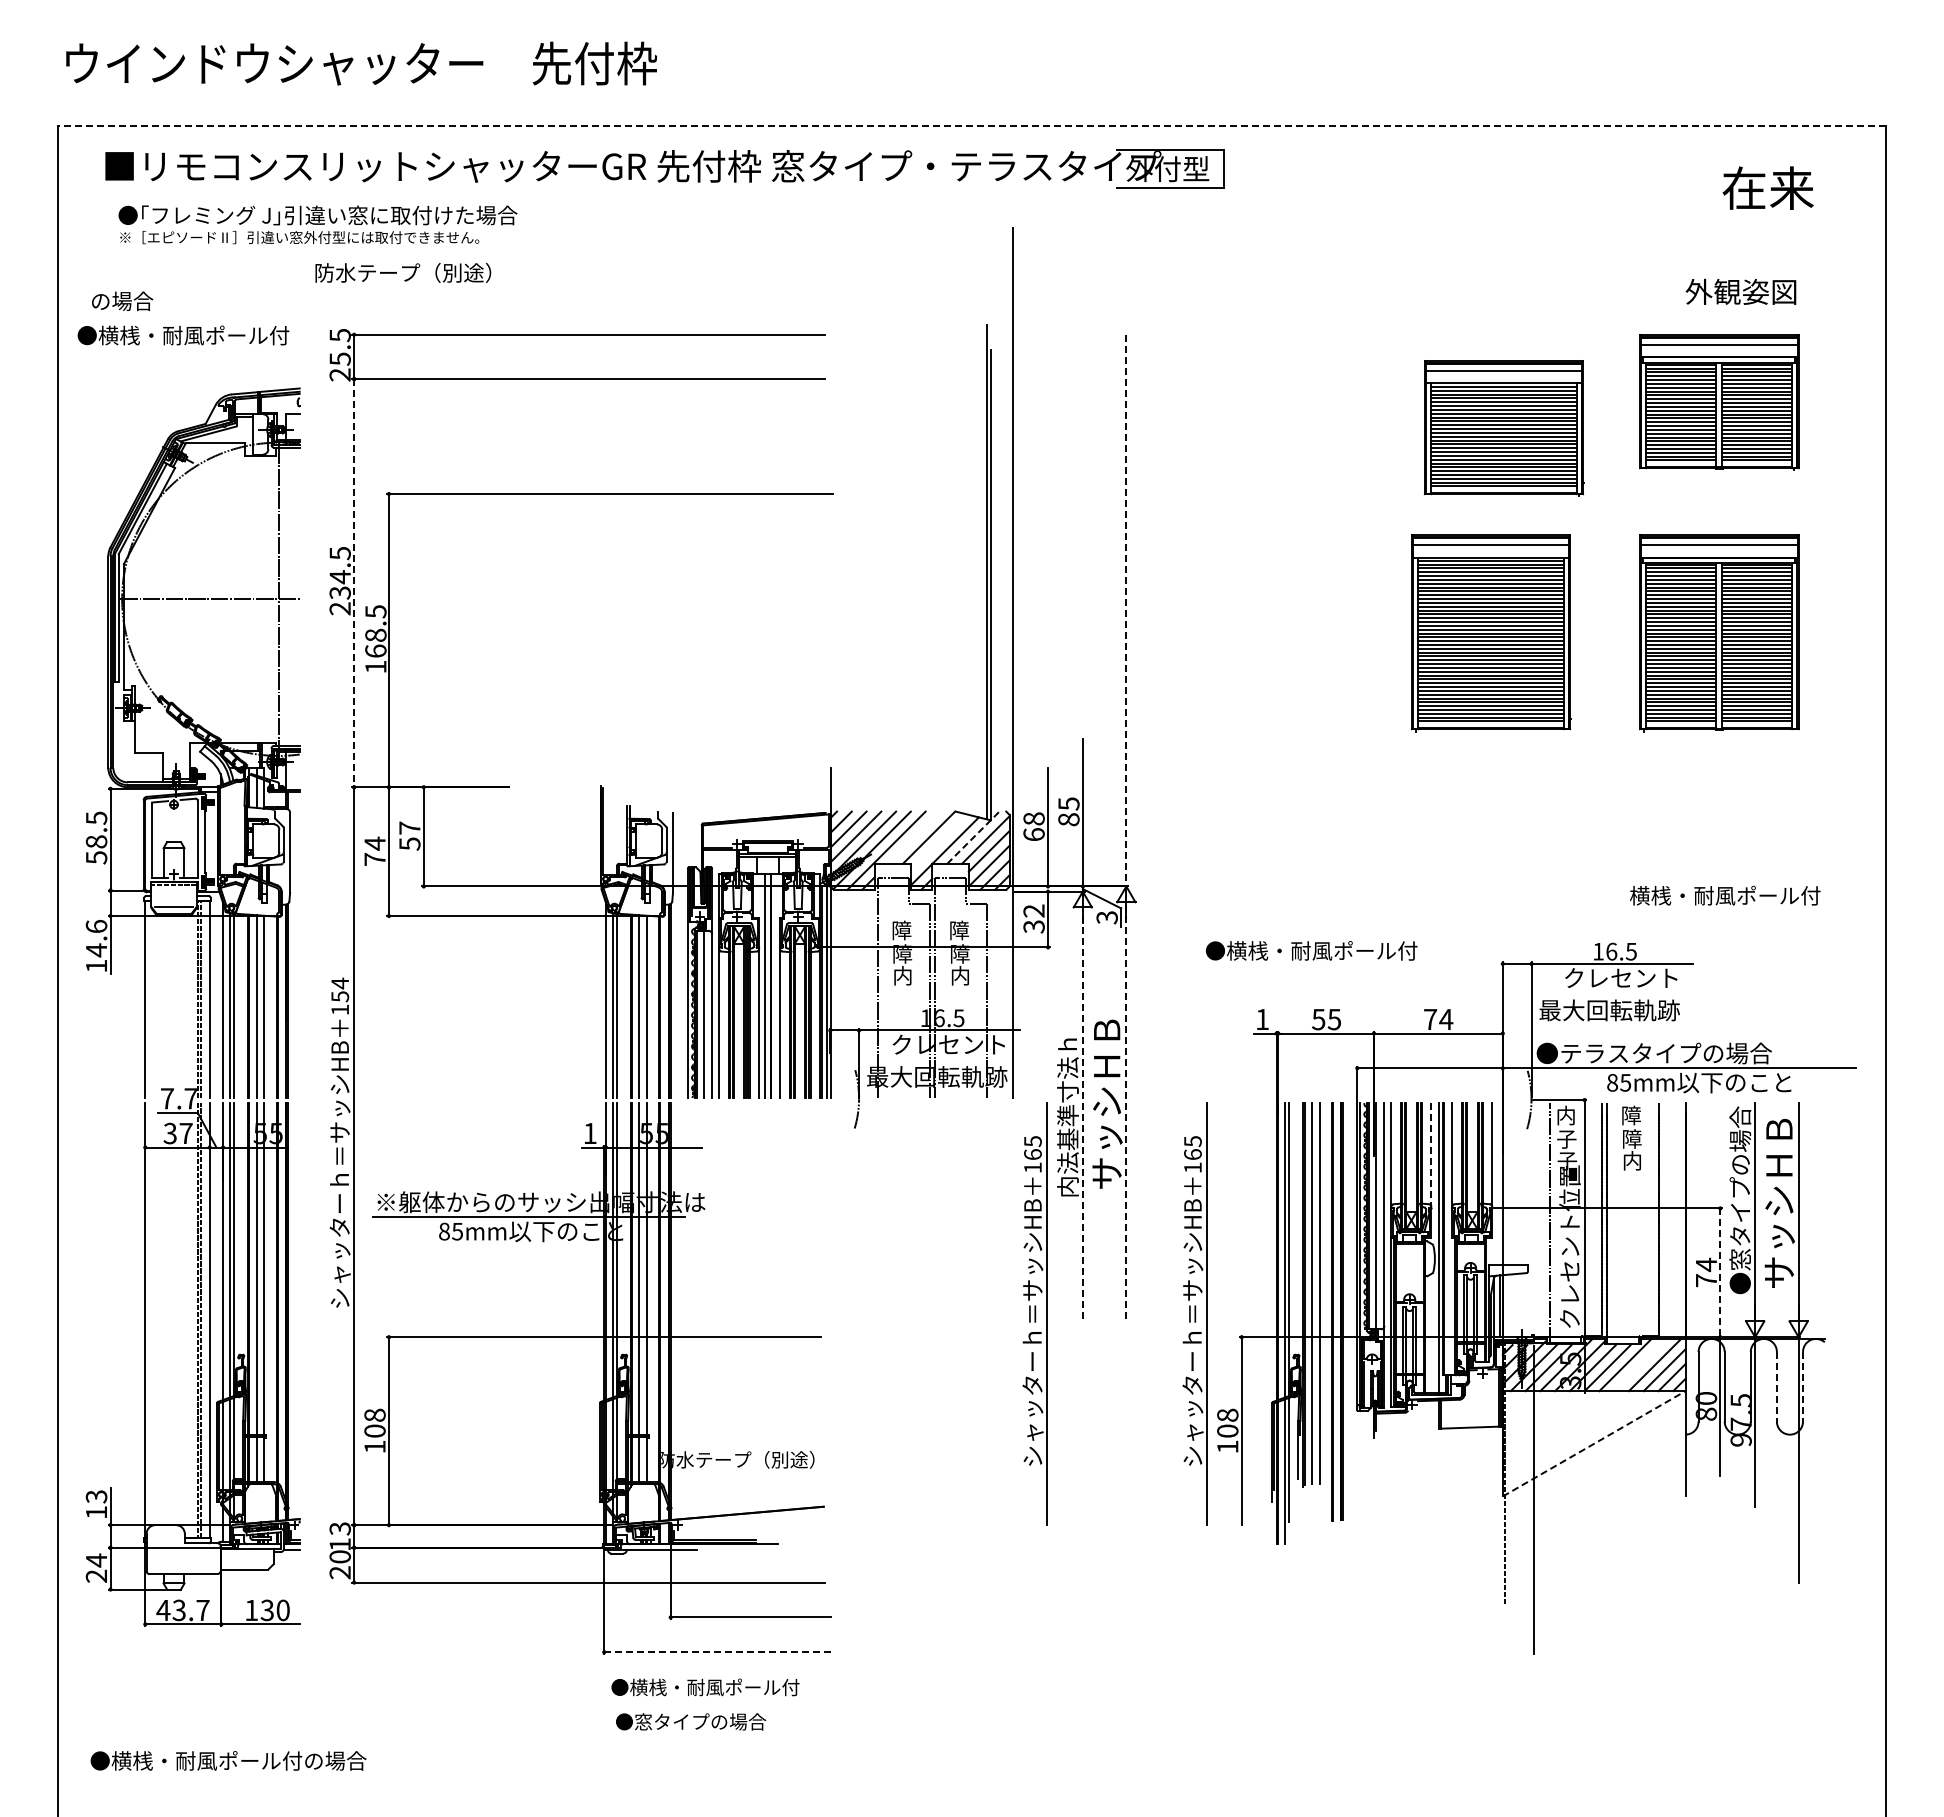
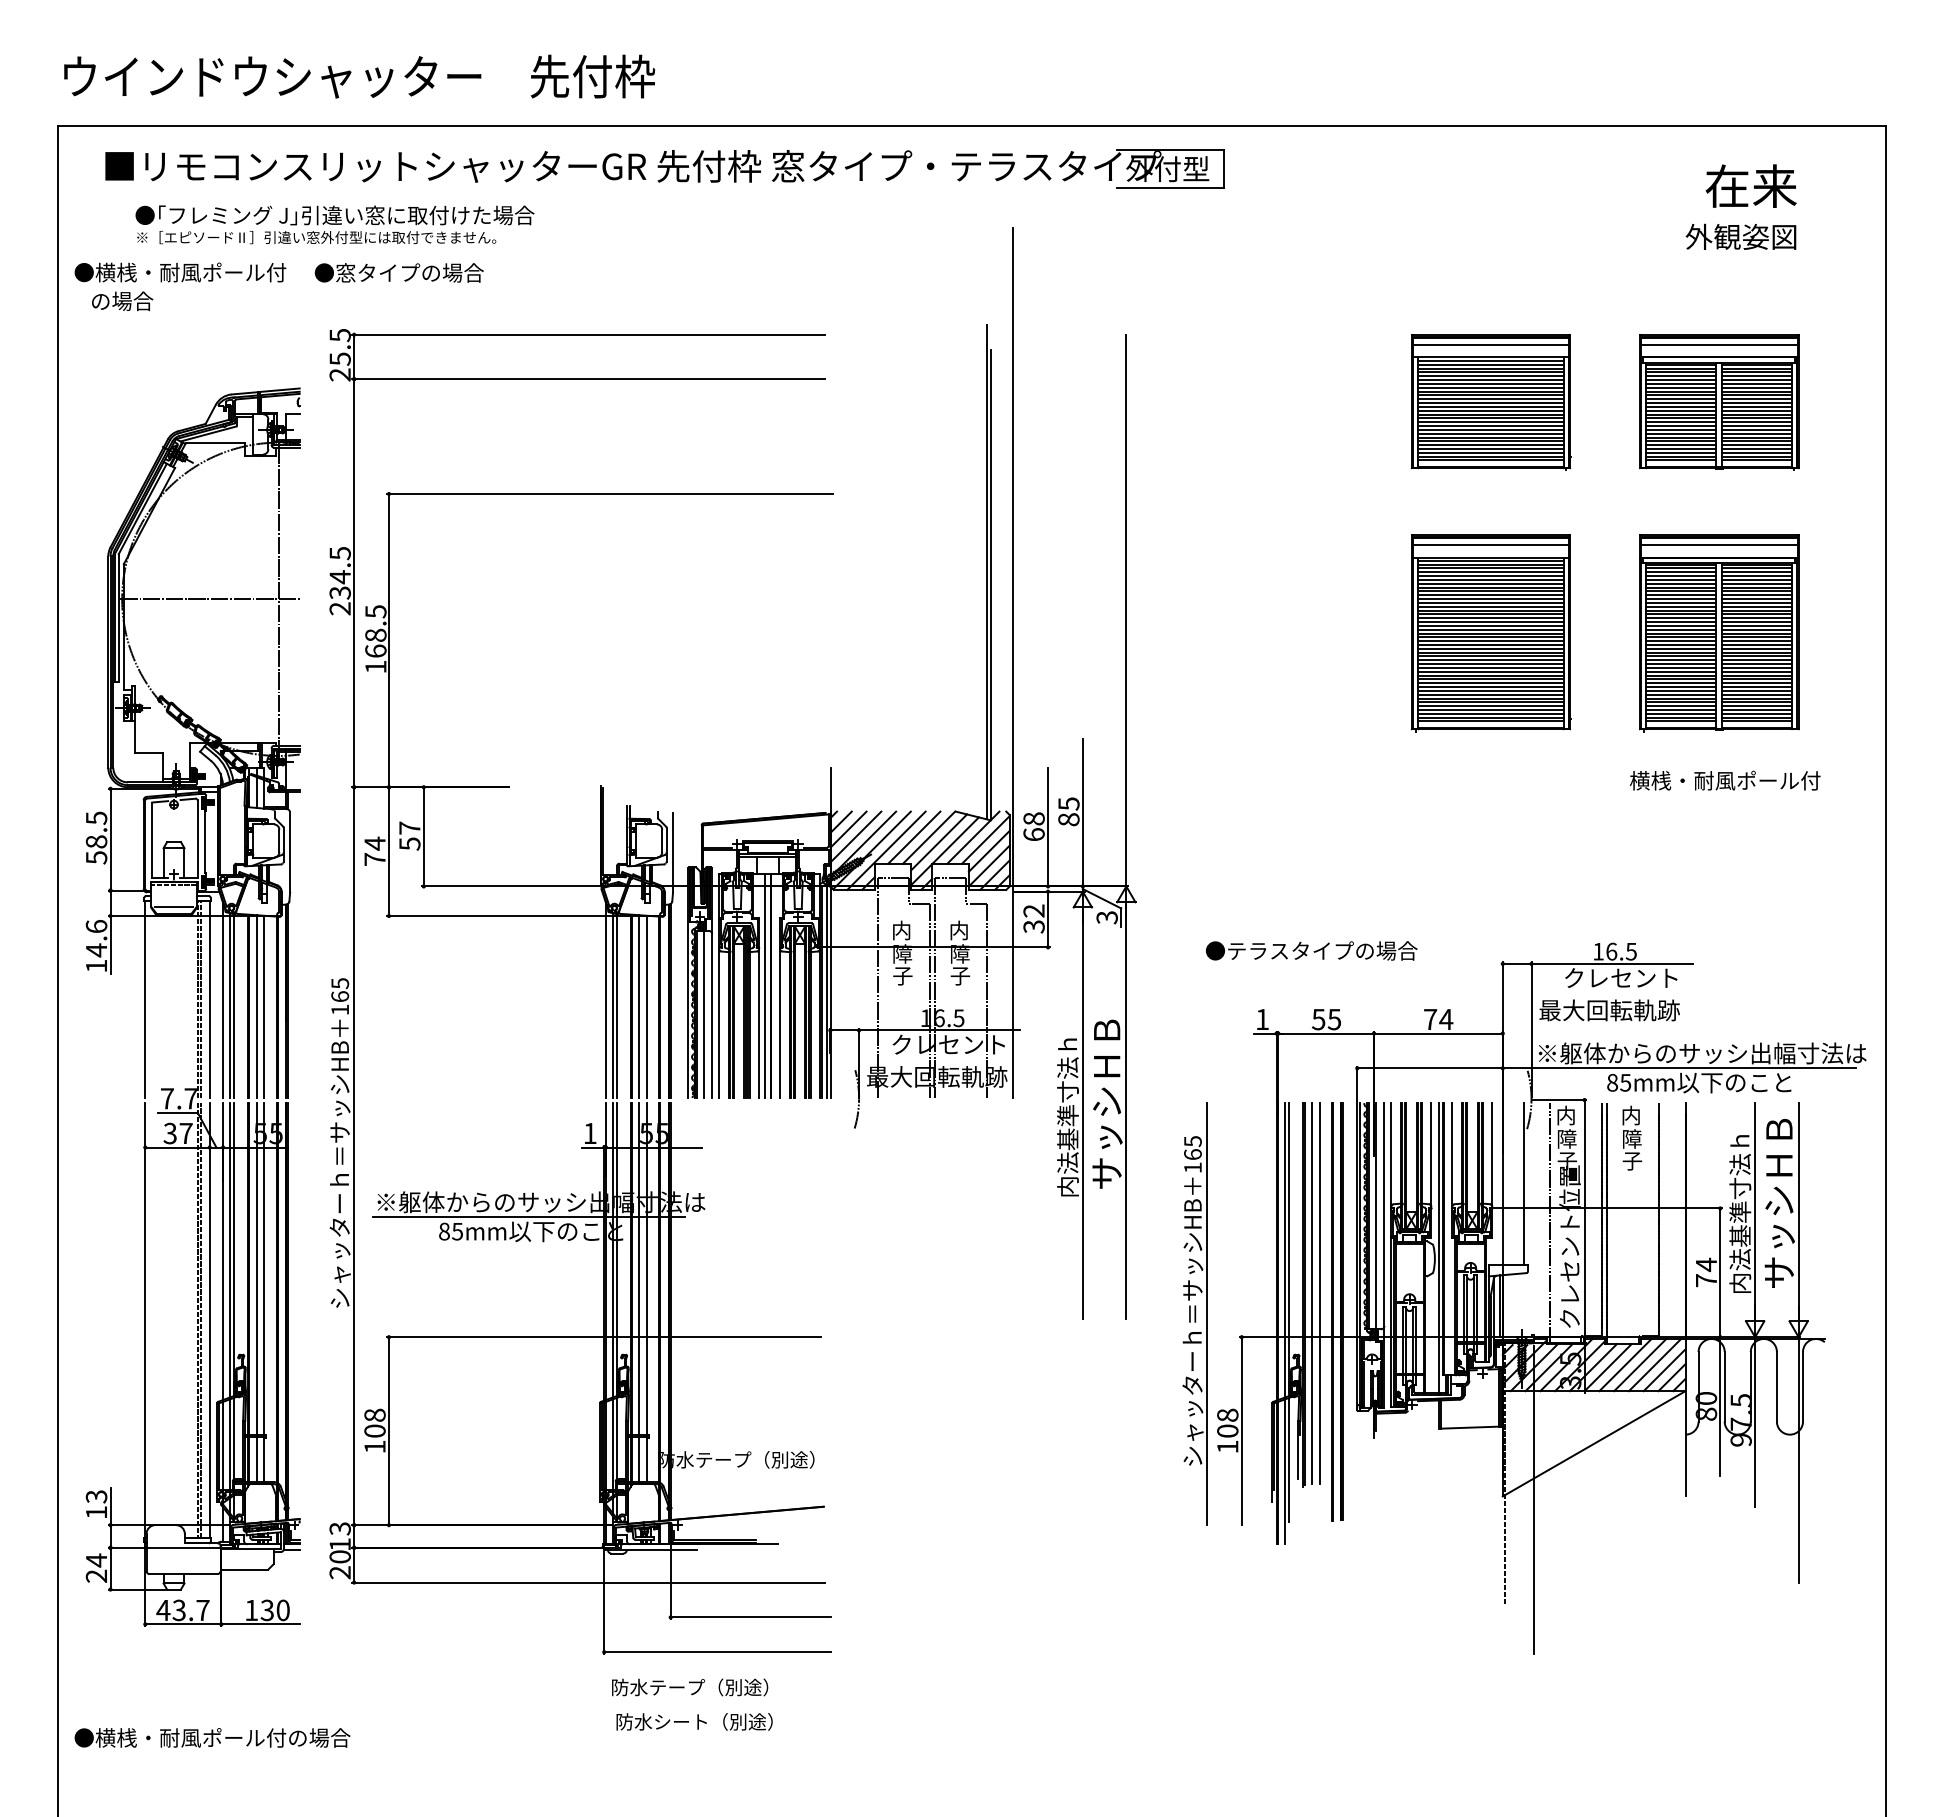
text at (361, 63) position: (361, 63) -> (359, 76)
line at (971, 125): dashed -> solid
text at (1767, 187) position: (1767, 187) -> (1750, 185)
text at (317, 224) position: (317, 224) -> (334, 224)
text at (402, 272): 防水テープ（別途） -> ●窓タイプの場合
text at (1740, 291) position: (1740, 291) -> (1740, 236)
text at (183, 335) position: (183, 335) -> (180, 272)
part at (1503, 428) position: (1503, 428) -> (1490, 402)
line at (354, 583): dashed -> solid
line at (1126, 610): dashed -> solid
line at (914, 837): none -> present
line at (973, 837): dashed -> solid
line at (939, 842): none -> present
text at (1725, 895) position: (1725, 895) -> (1725, 780)
text at (901, 930): 障 -> 内
text at (959, 930): 障 -> 内
text at (1322, 950): ●横桟・耐風ポール付 -> ●テラスタイプの場合
text at (902, 975): 内 -> 子
text at (960, 975): 内 -> 子
text at (340, 989): 154 -> 165
text at (1701, 1053): ●テラスタイプの場合 -> ※躯体からのサッシ出幅寸法は
line at (1126, 1112): dashed -> solid
line at (1082, 1113): dashed -> solid
text at (1631, 1115): 障 -> 内
text at (1566, 1138): 子 -> 障
line at (1431, 1154): dashed -> solid
text at (1632, 1160): 内 -> 子
line at (1523, 1184): none -> present
text at (1740, 1200): ●窓タイプの場合 -> 内法基準寸法ｈ
line at (1720, 1273): dashed -> solid
part at (1034, 1313): present -> none
line at (1640, 1364): none -> present
line at (1776, 1386): dashed -> solid
line at (1803, 1386): dashed -> solid
line at (1594, 1443): dashed -> solid
line at (716, 1652): dashed -> solid
text at (705, 1687): ●横桟・耐風ポール付 -> 防水テープ（別途）
text at (694, 1721): ●窓タイプの場合 -> 防水シート（別途）
text at (228, 1760) position: (228, 1760) -> (212, 1737)
